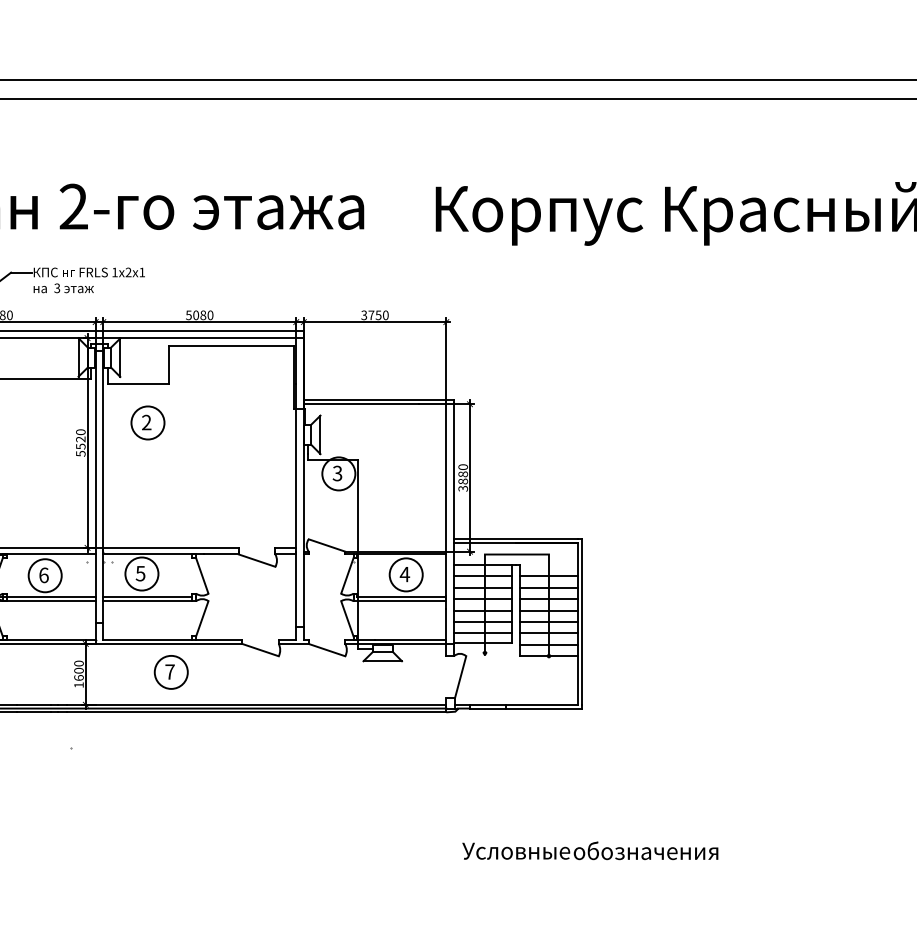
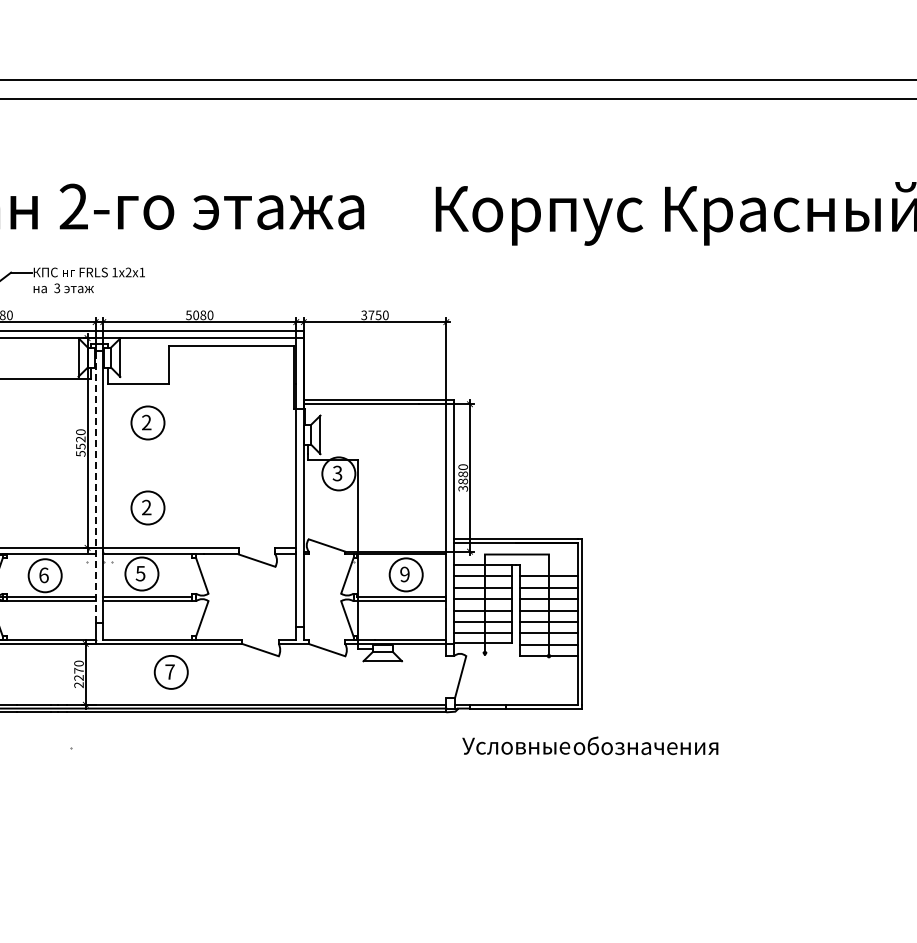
line at (95, 486): solid -> dashed
part at (147, 507): none -> present
text at (404, 574): 4 -> 9
text at (78, 677): 1600 -> 2270
text at (590, 850) position: (590, 850) -> (590, 745)
